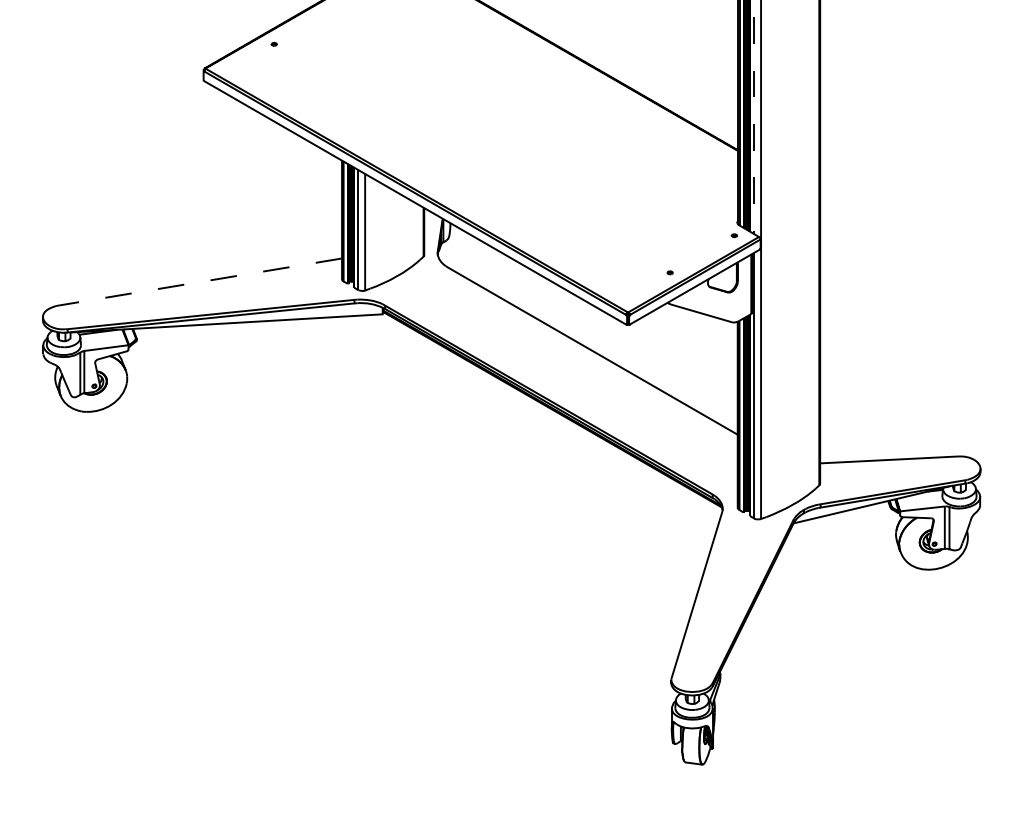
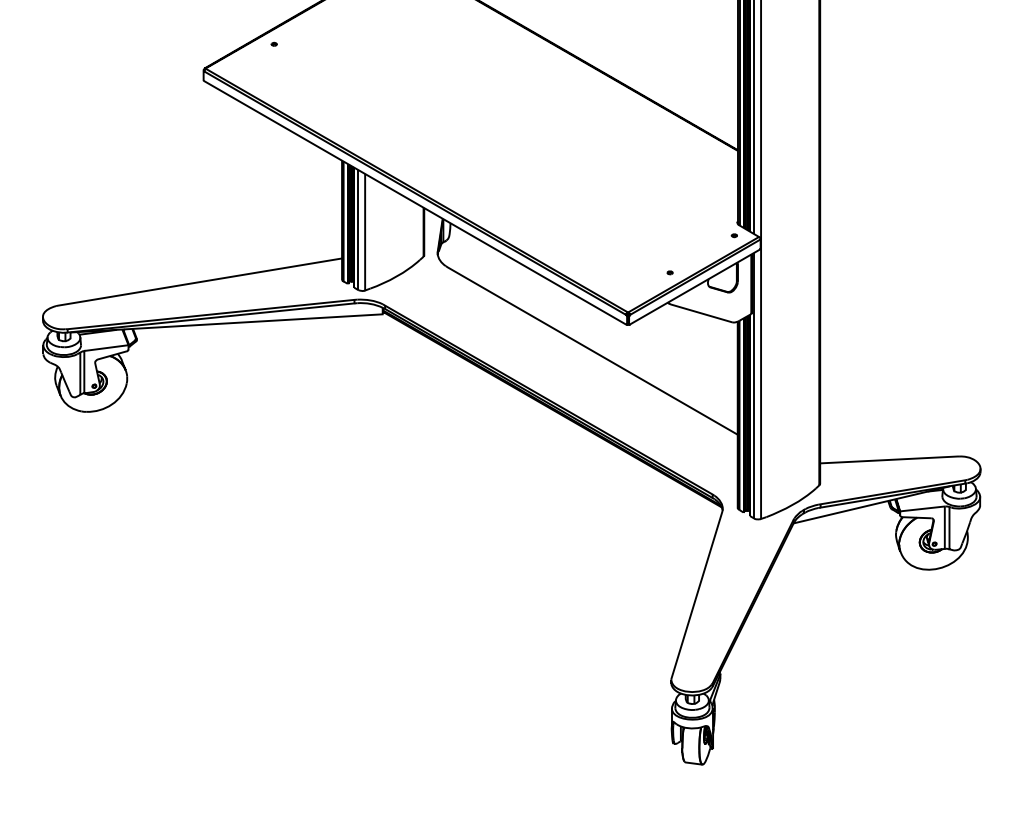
line at (754, 117): dashed -> solid
line at (198, 282): dashed -> solid
